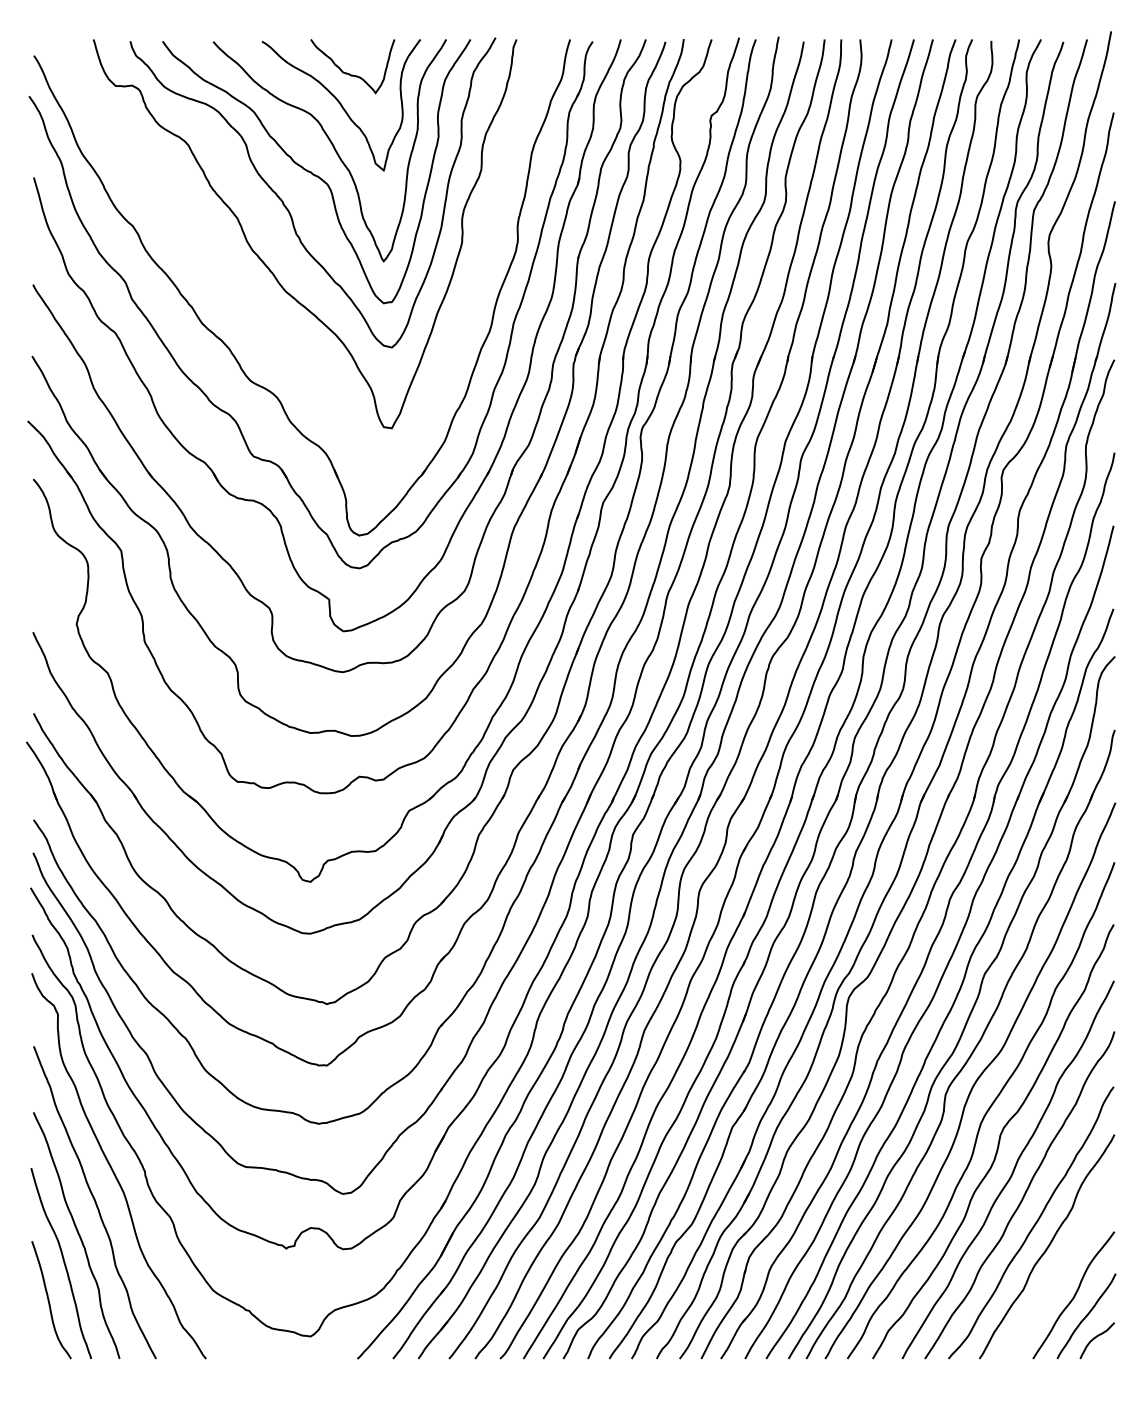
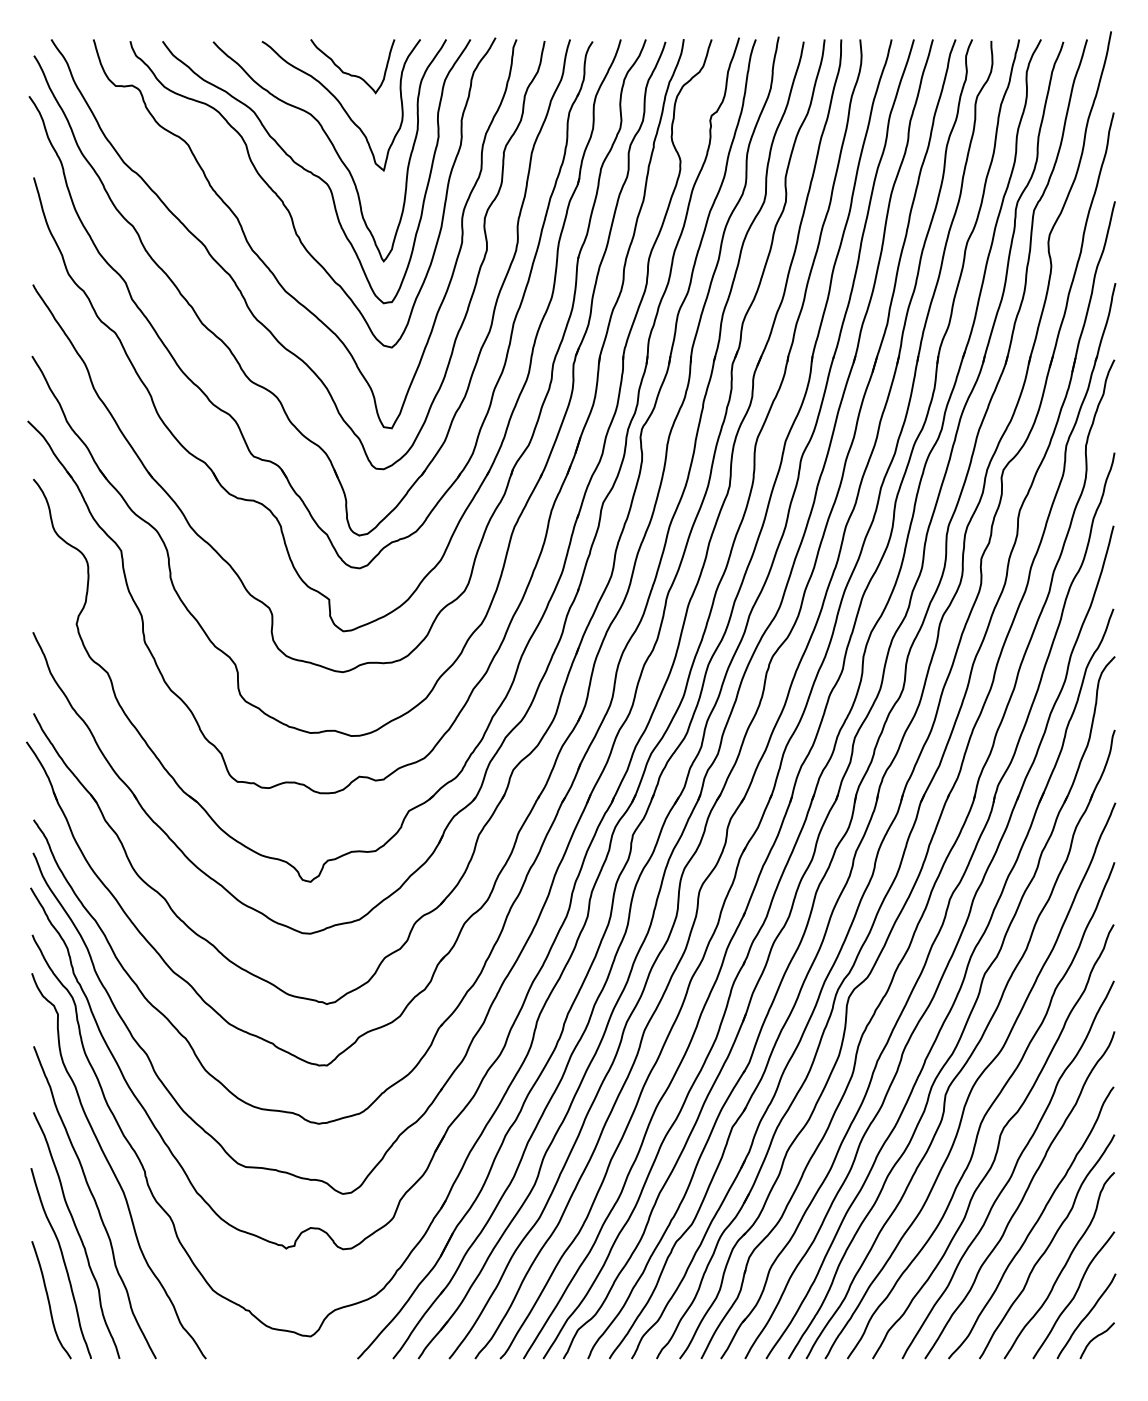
curve at (240, 289): none -> present
curve at (1062, 1267): none -> present
